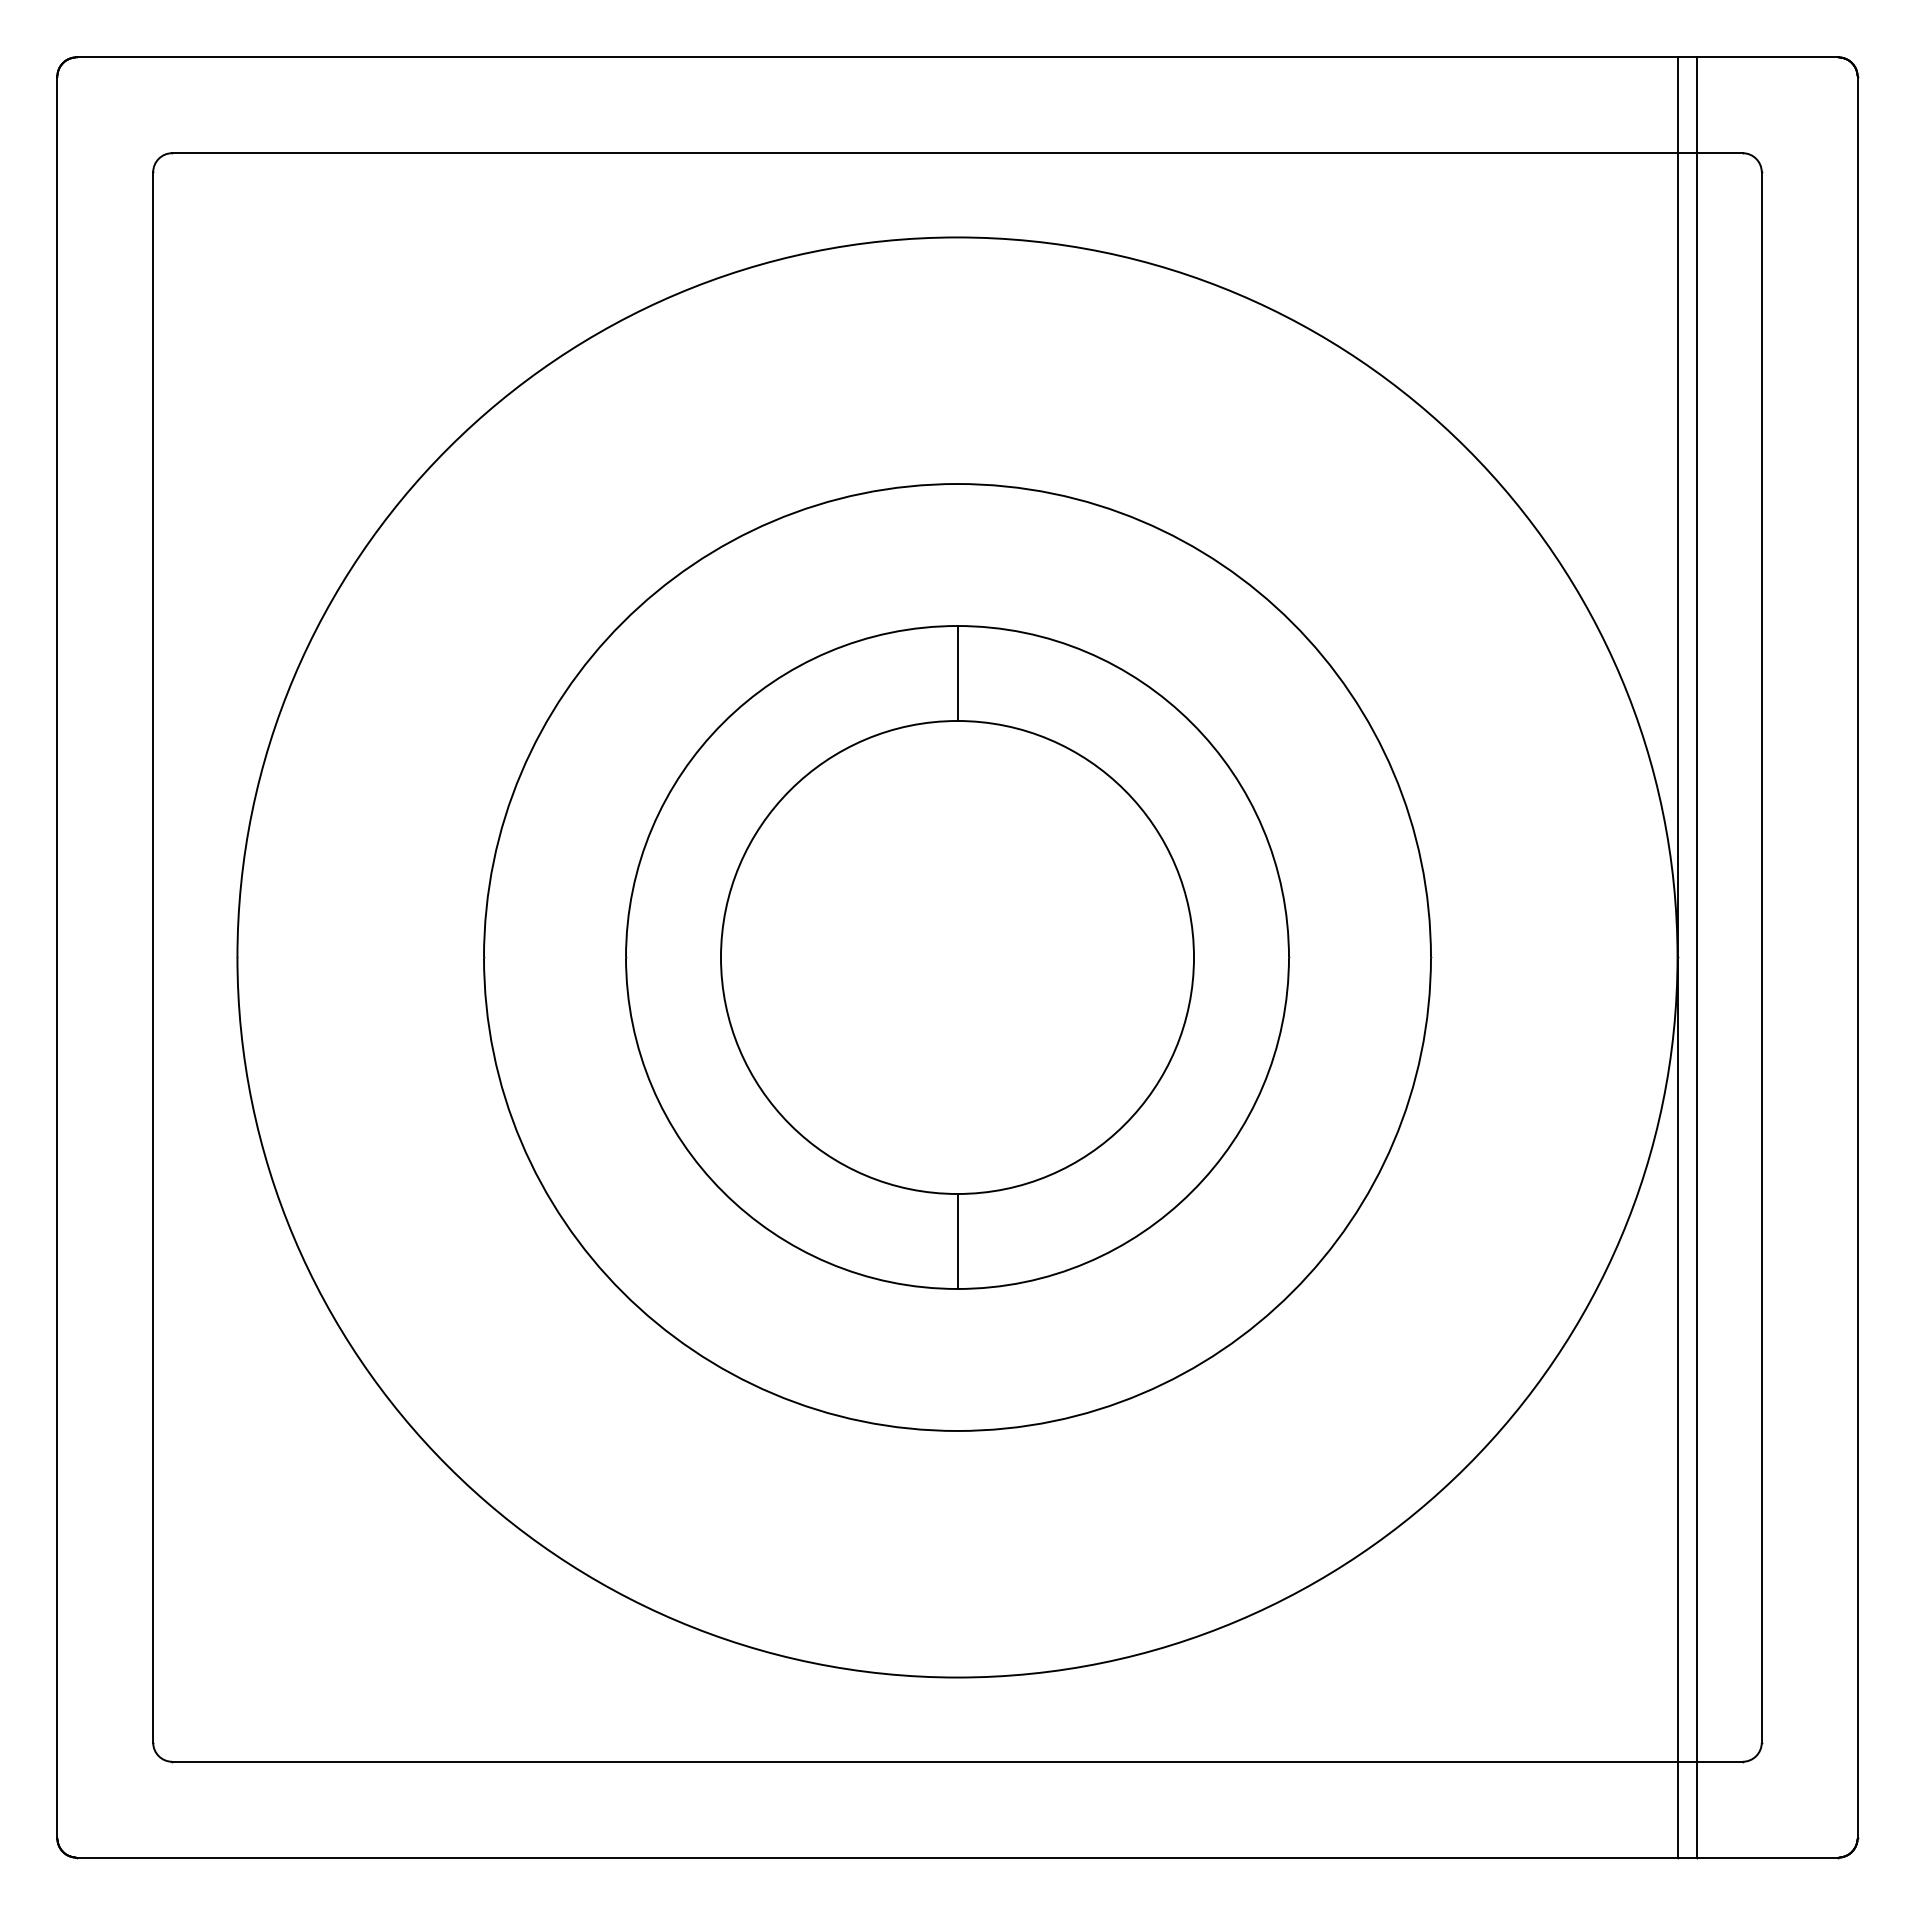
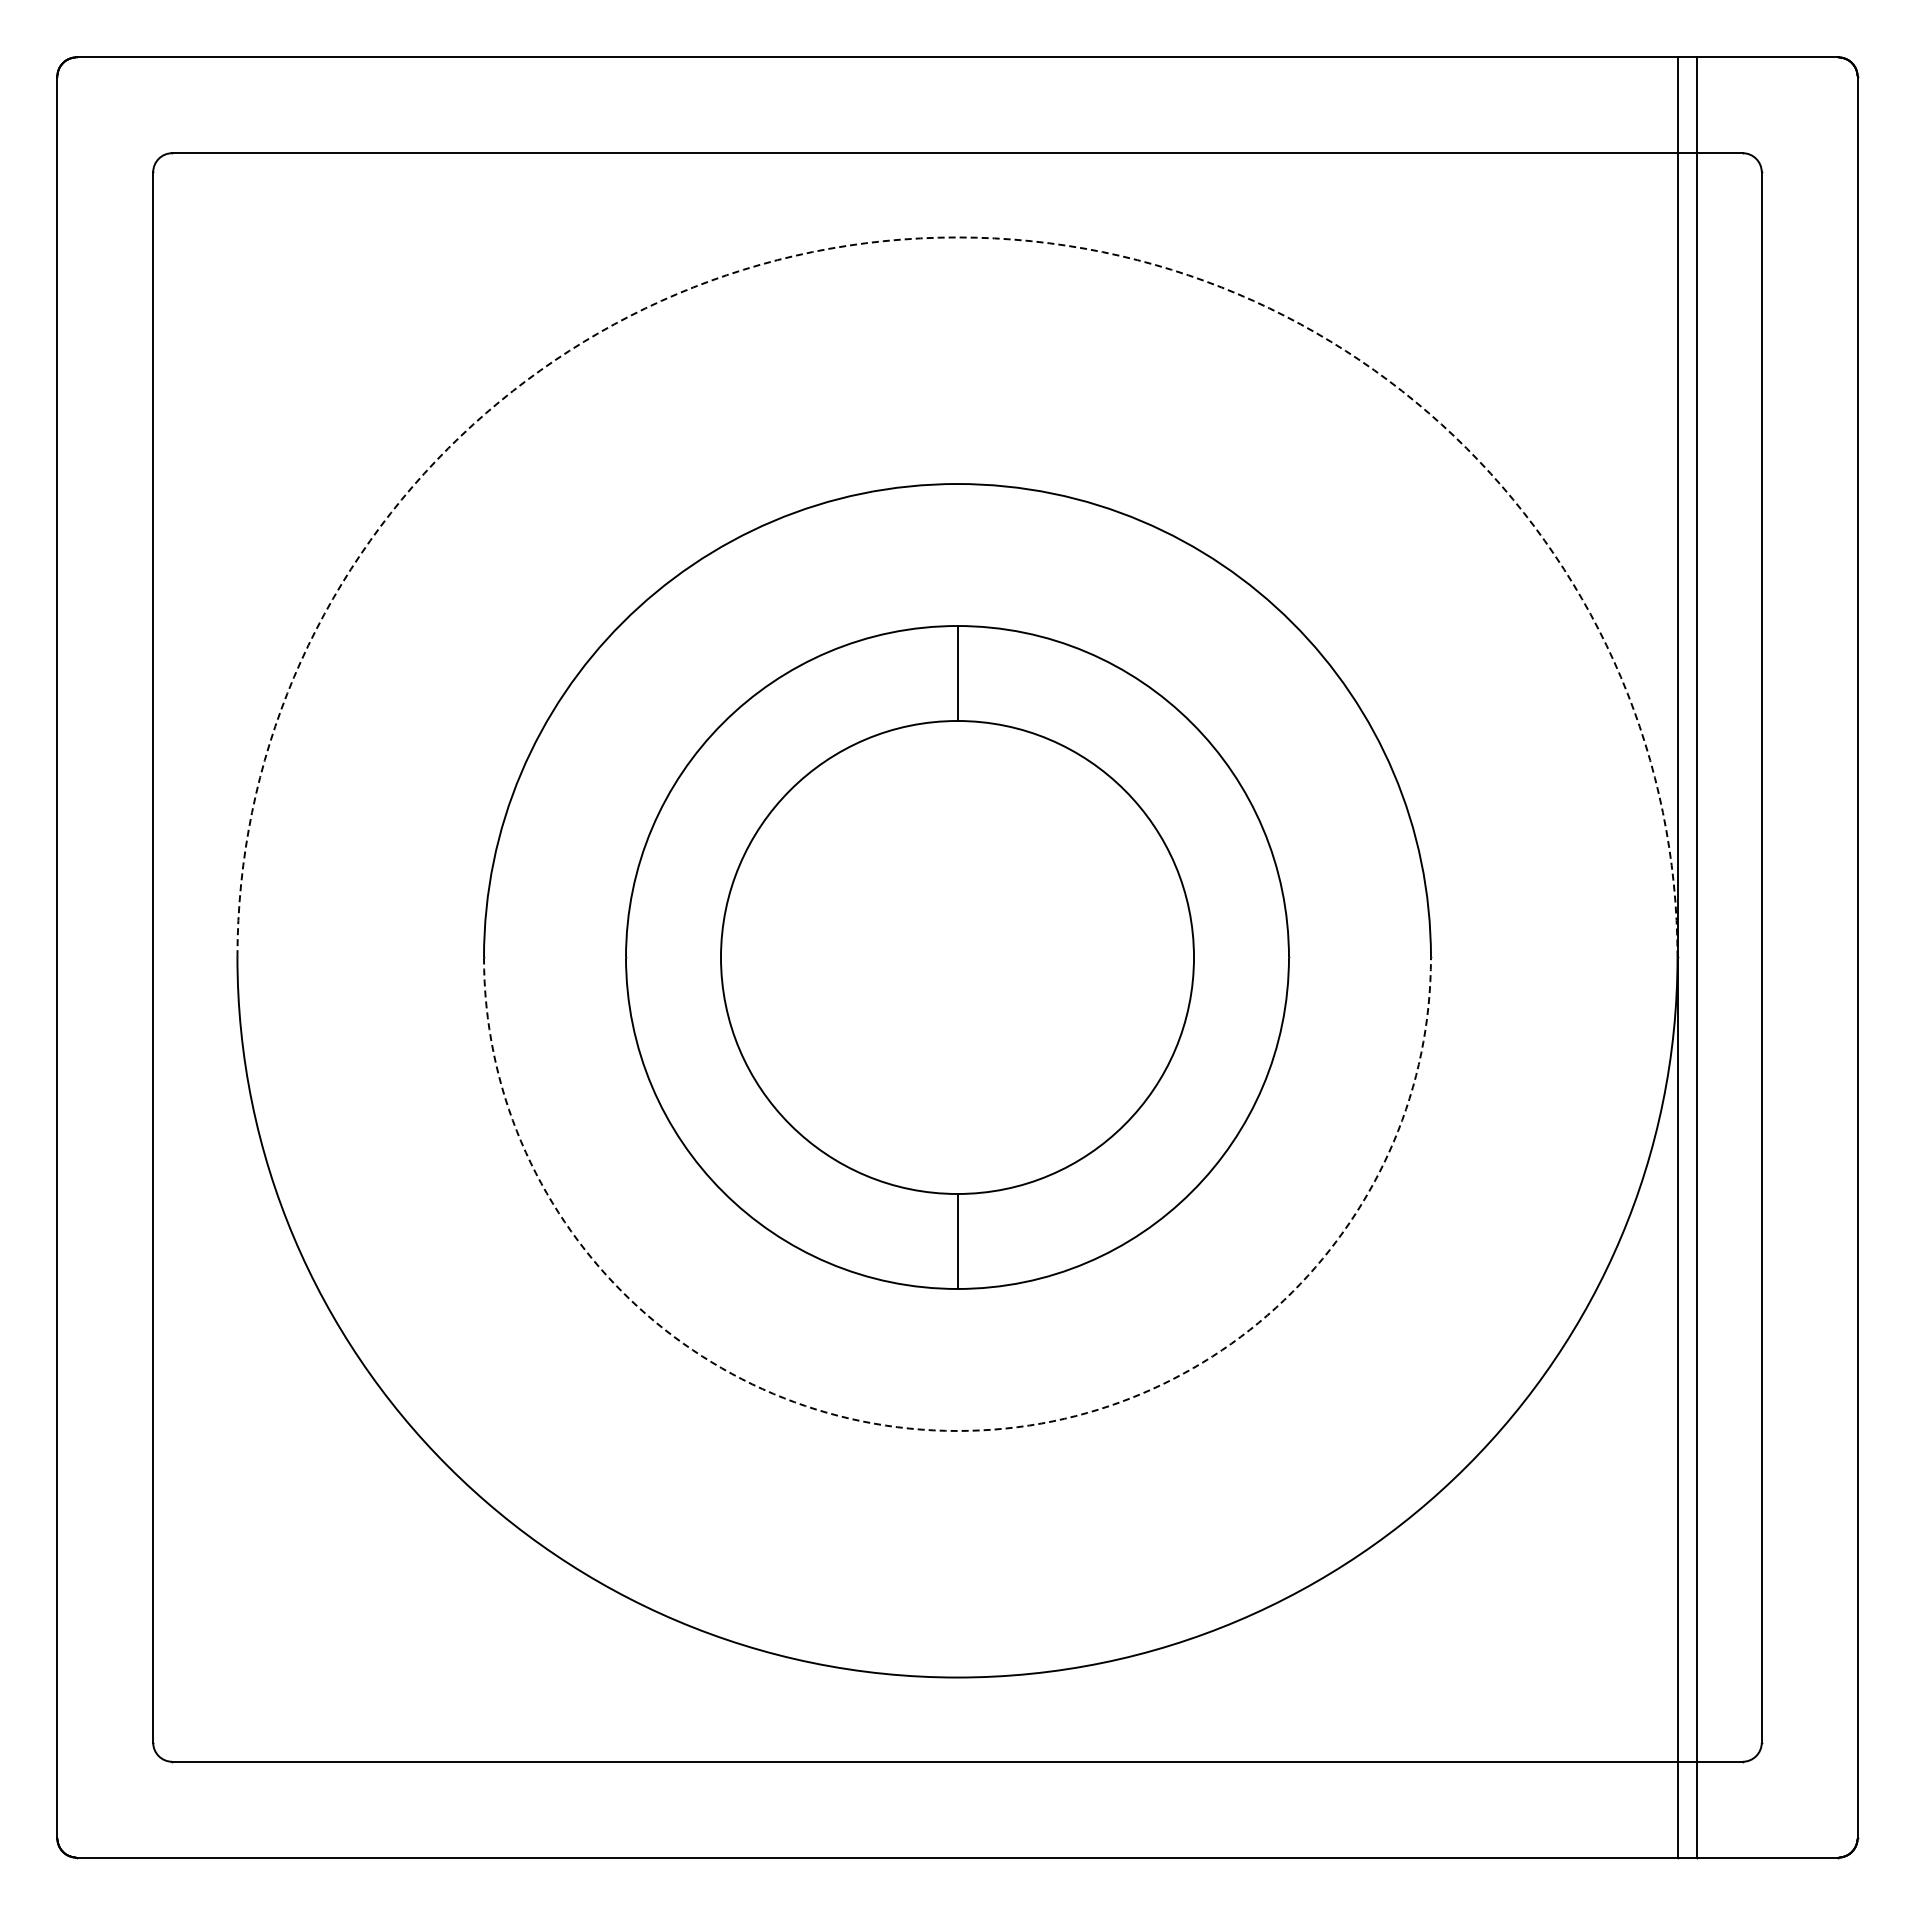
arc at (957, 237): solid -> dashed
arc at (957, 1430): solid -> dashed
